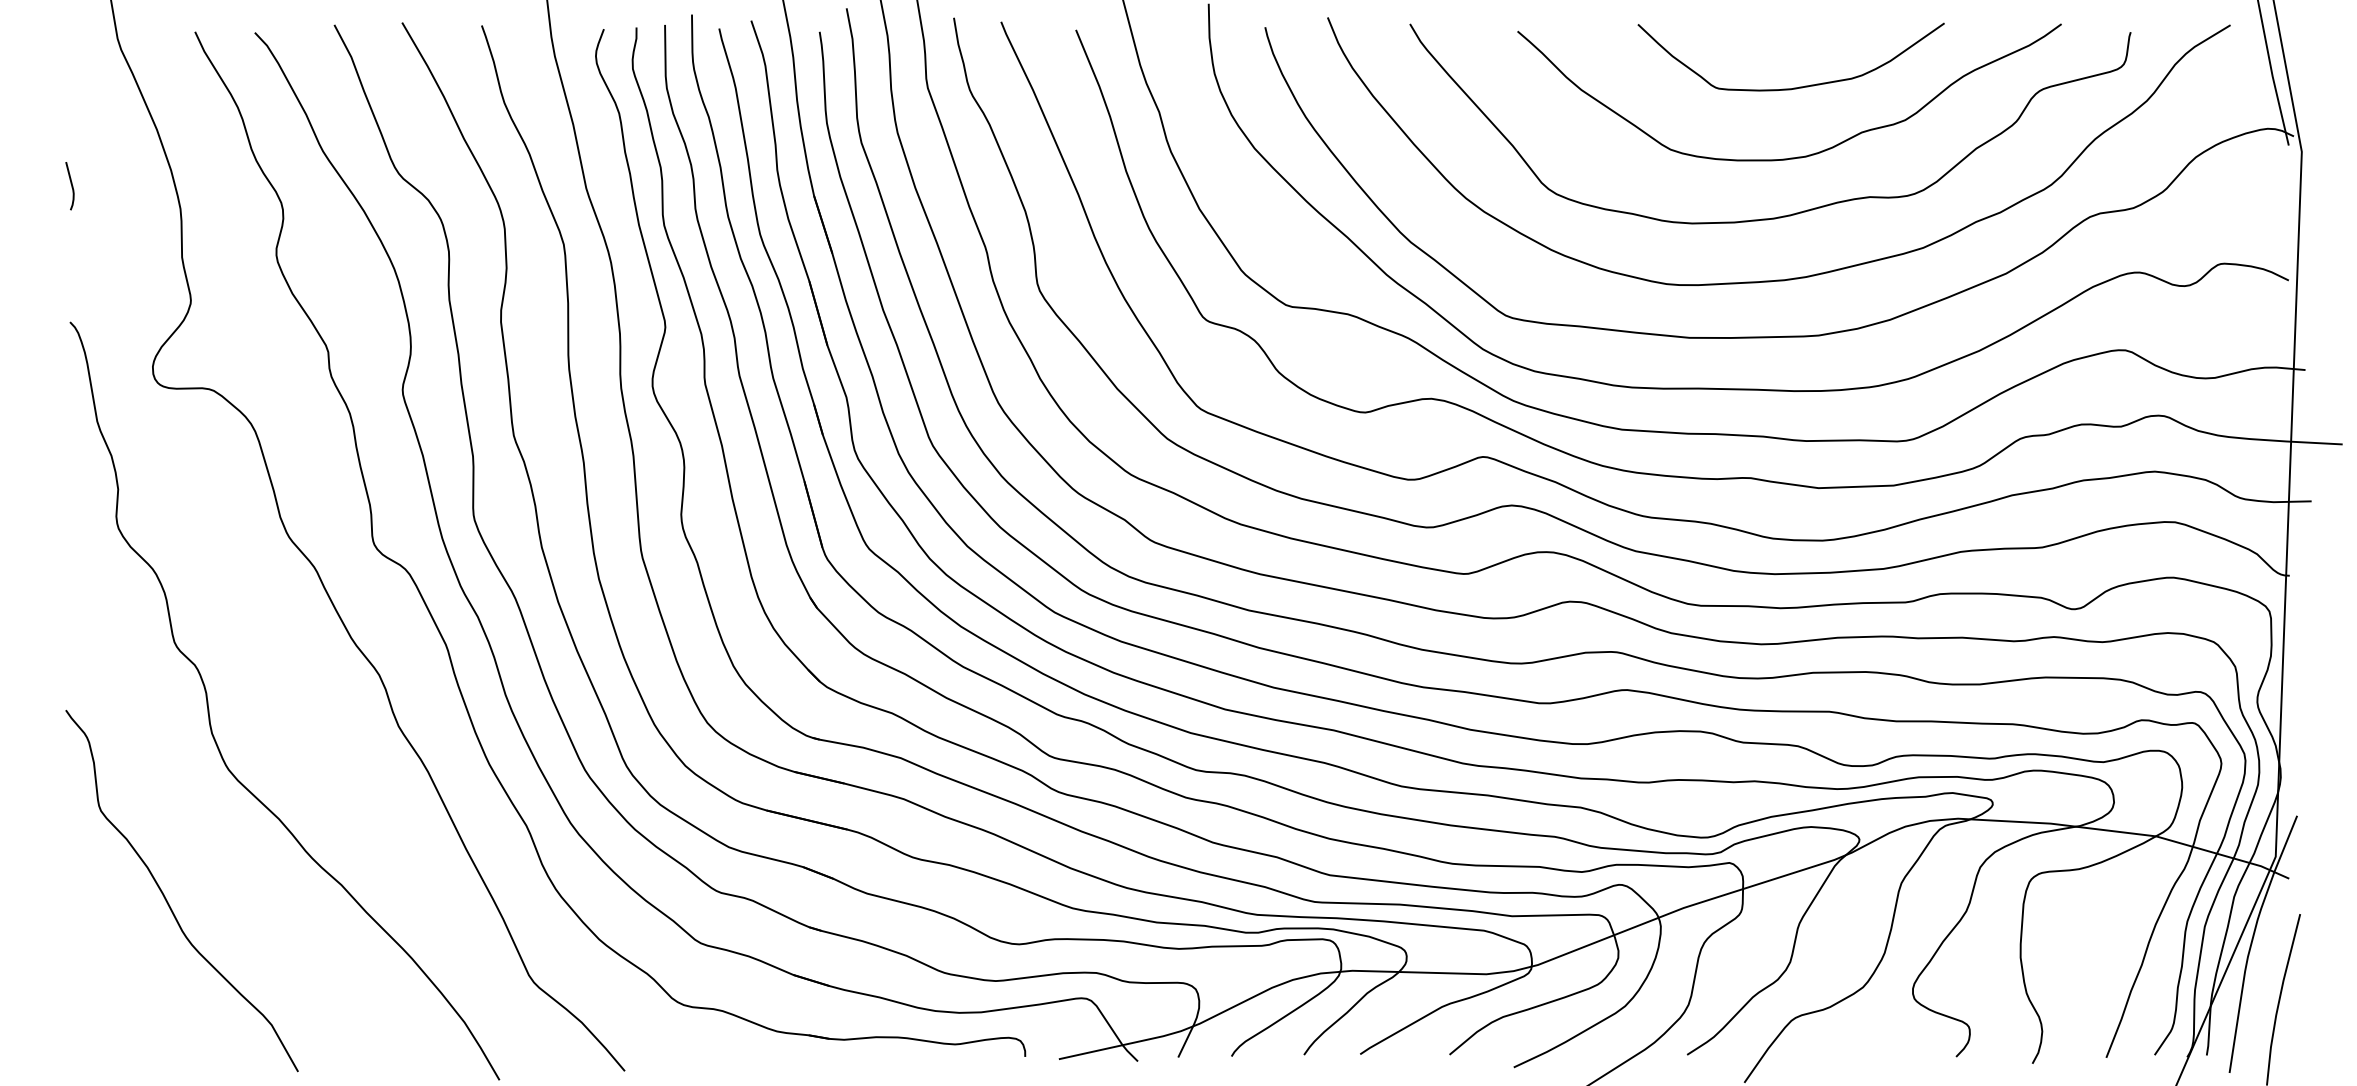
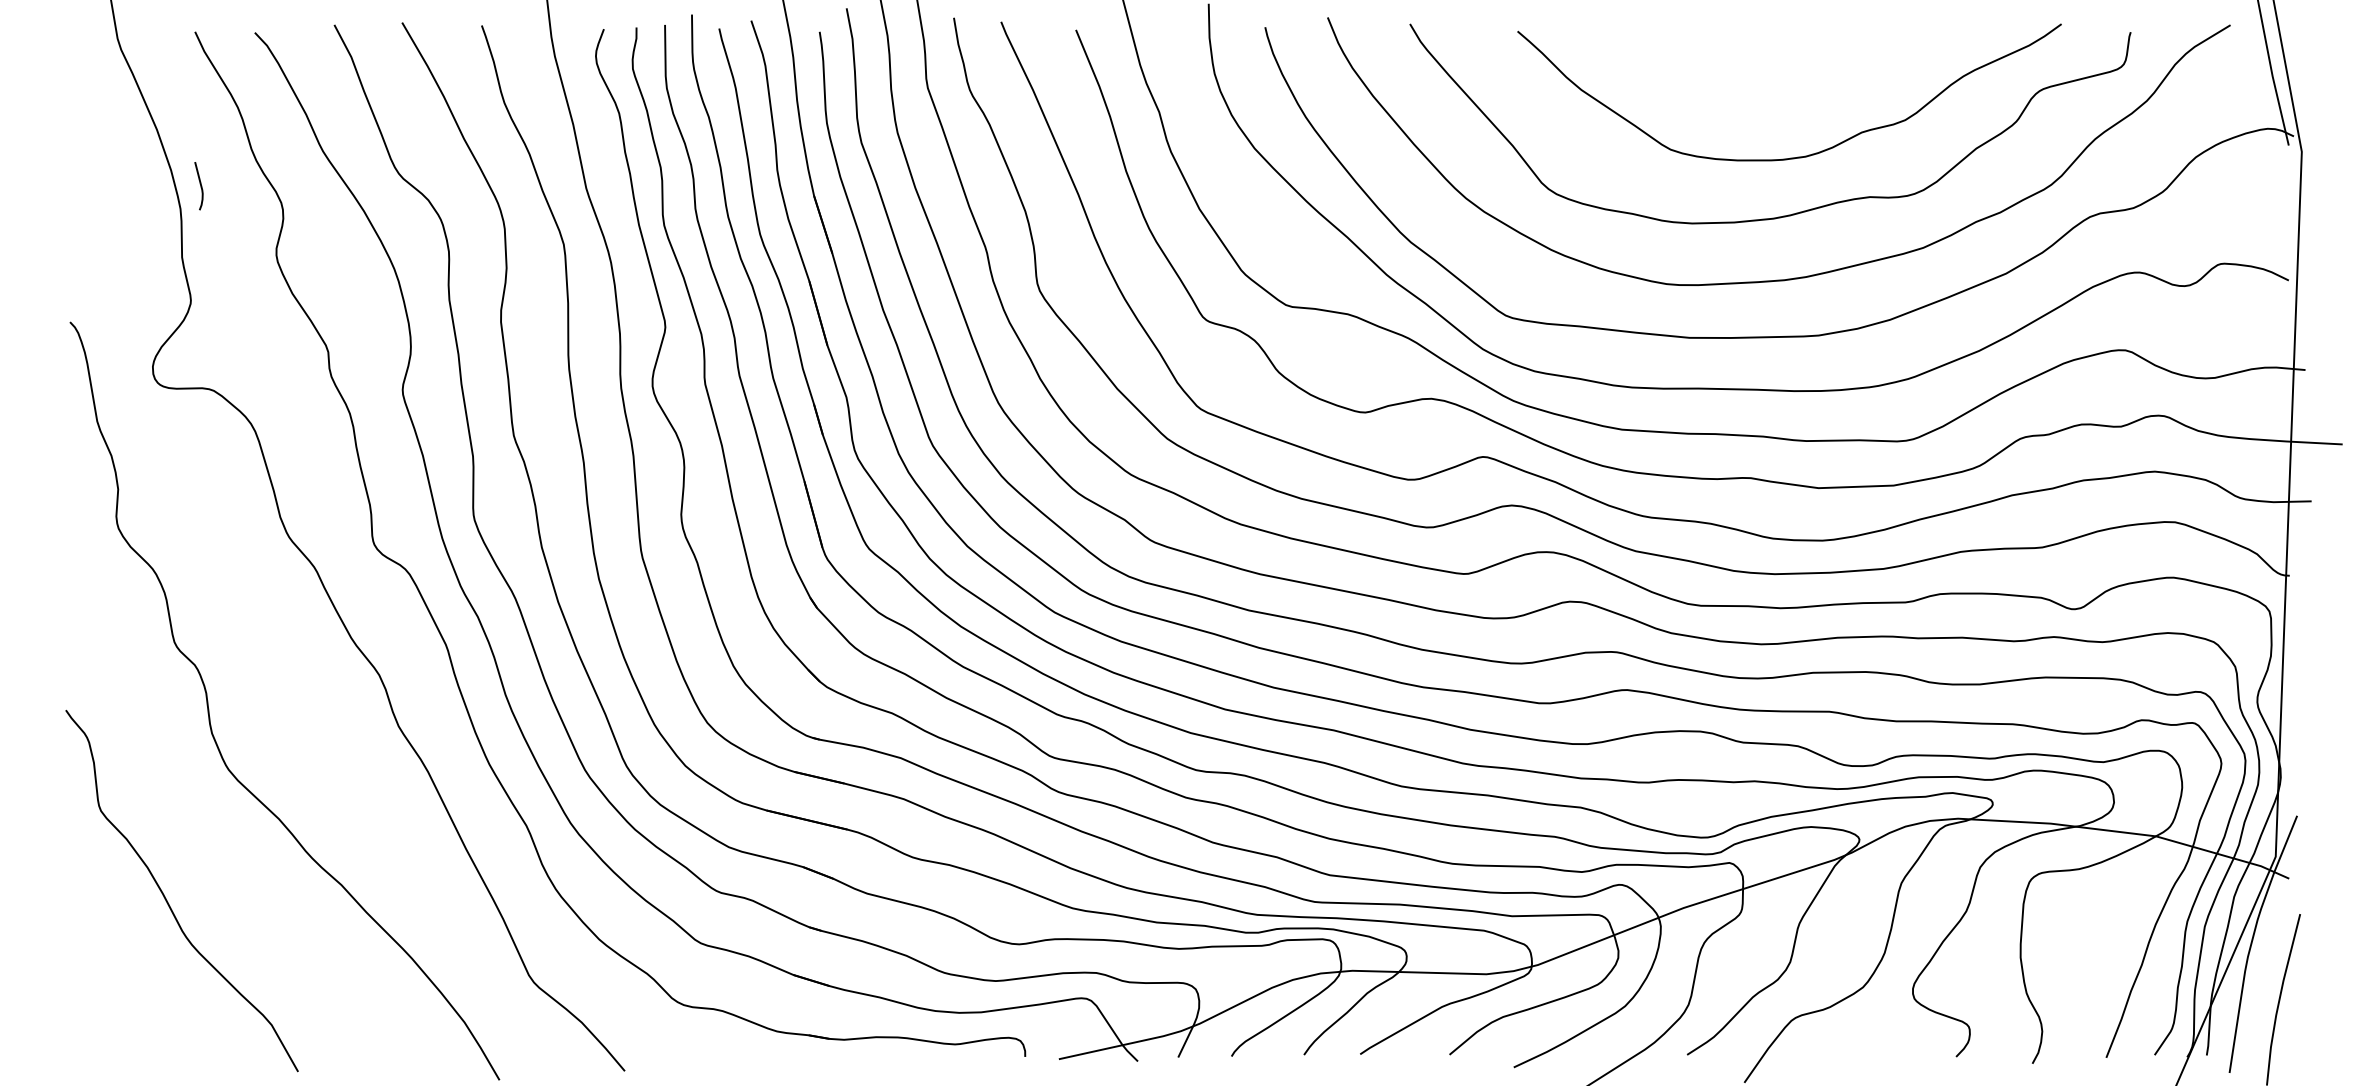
curve at (1793, 87): present -> none
curve at (71, 186) position: (71, 186) -> (200, 186)
